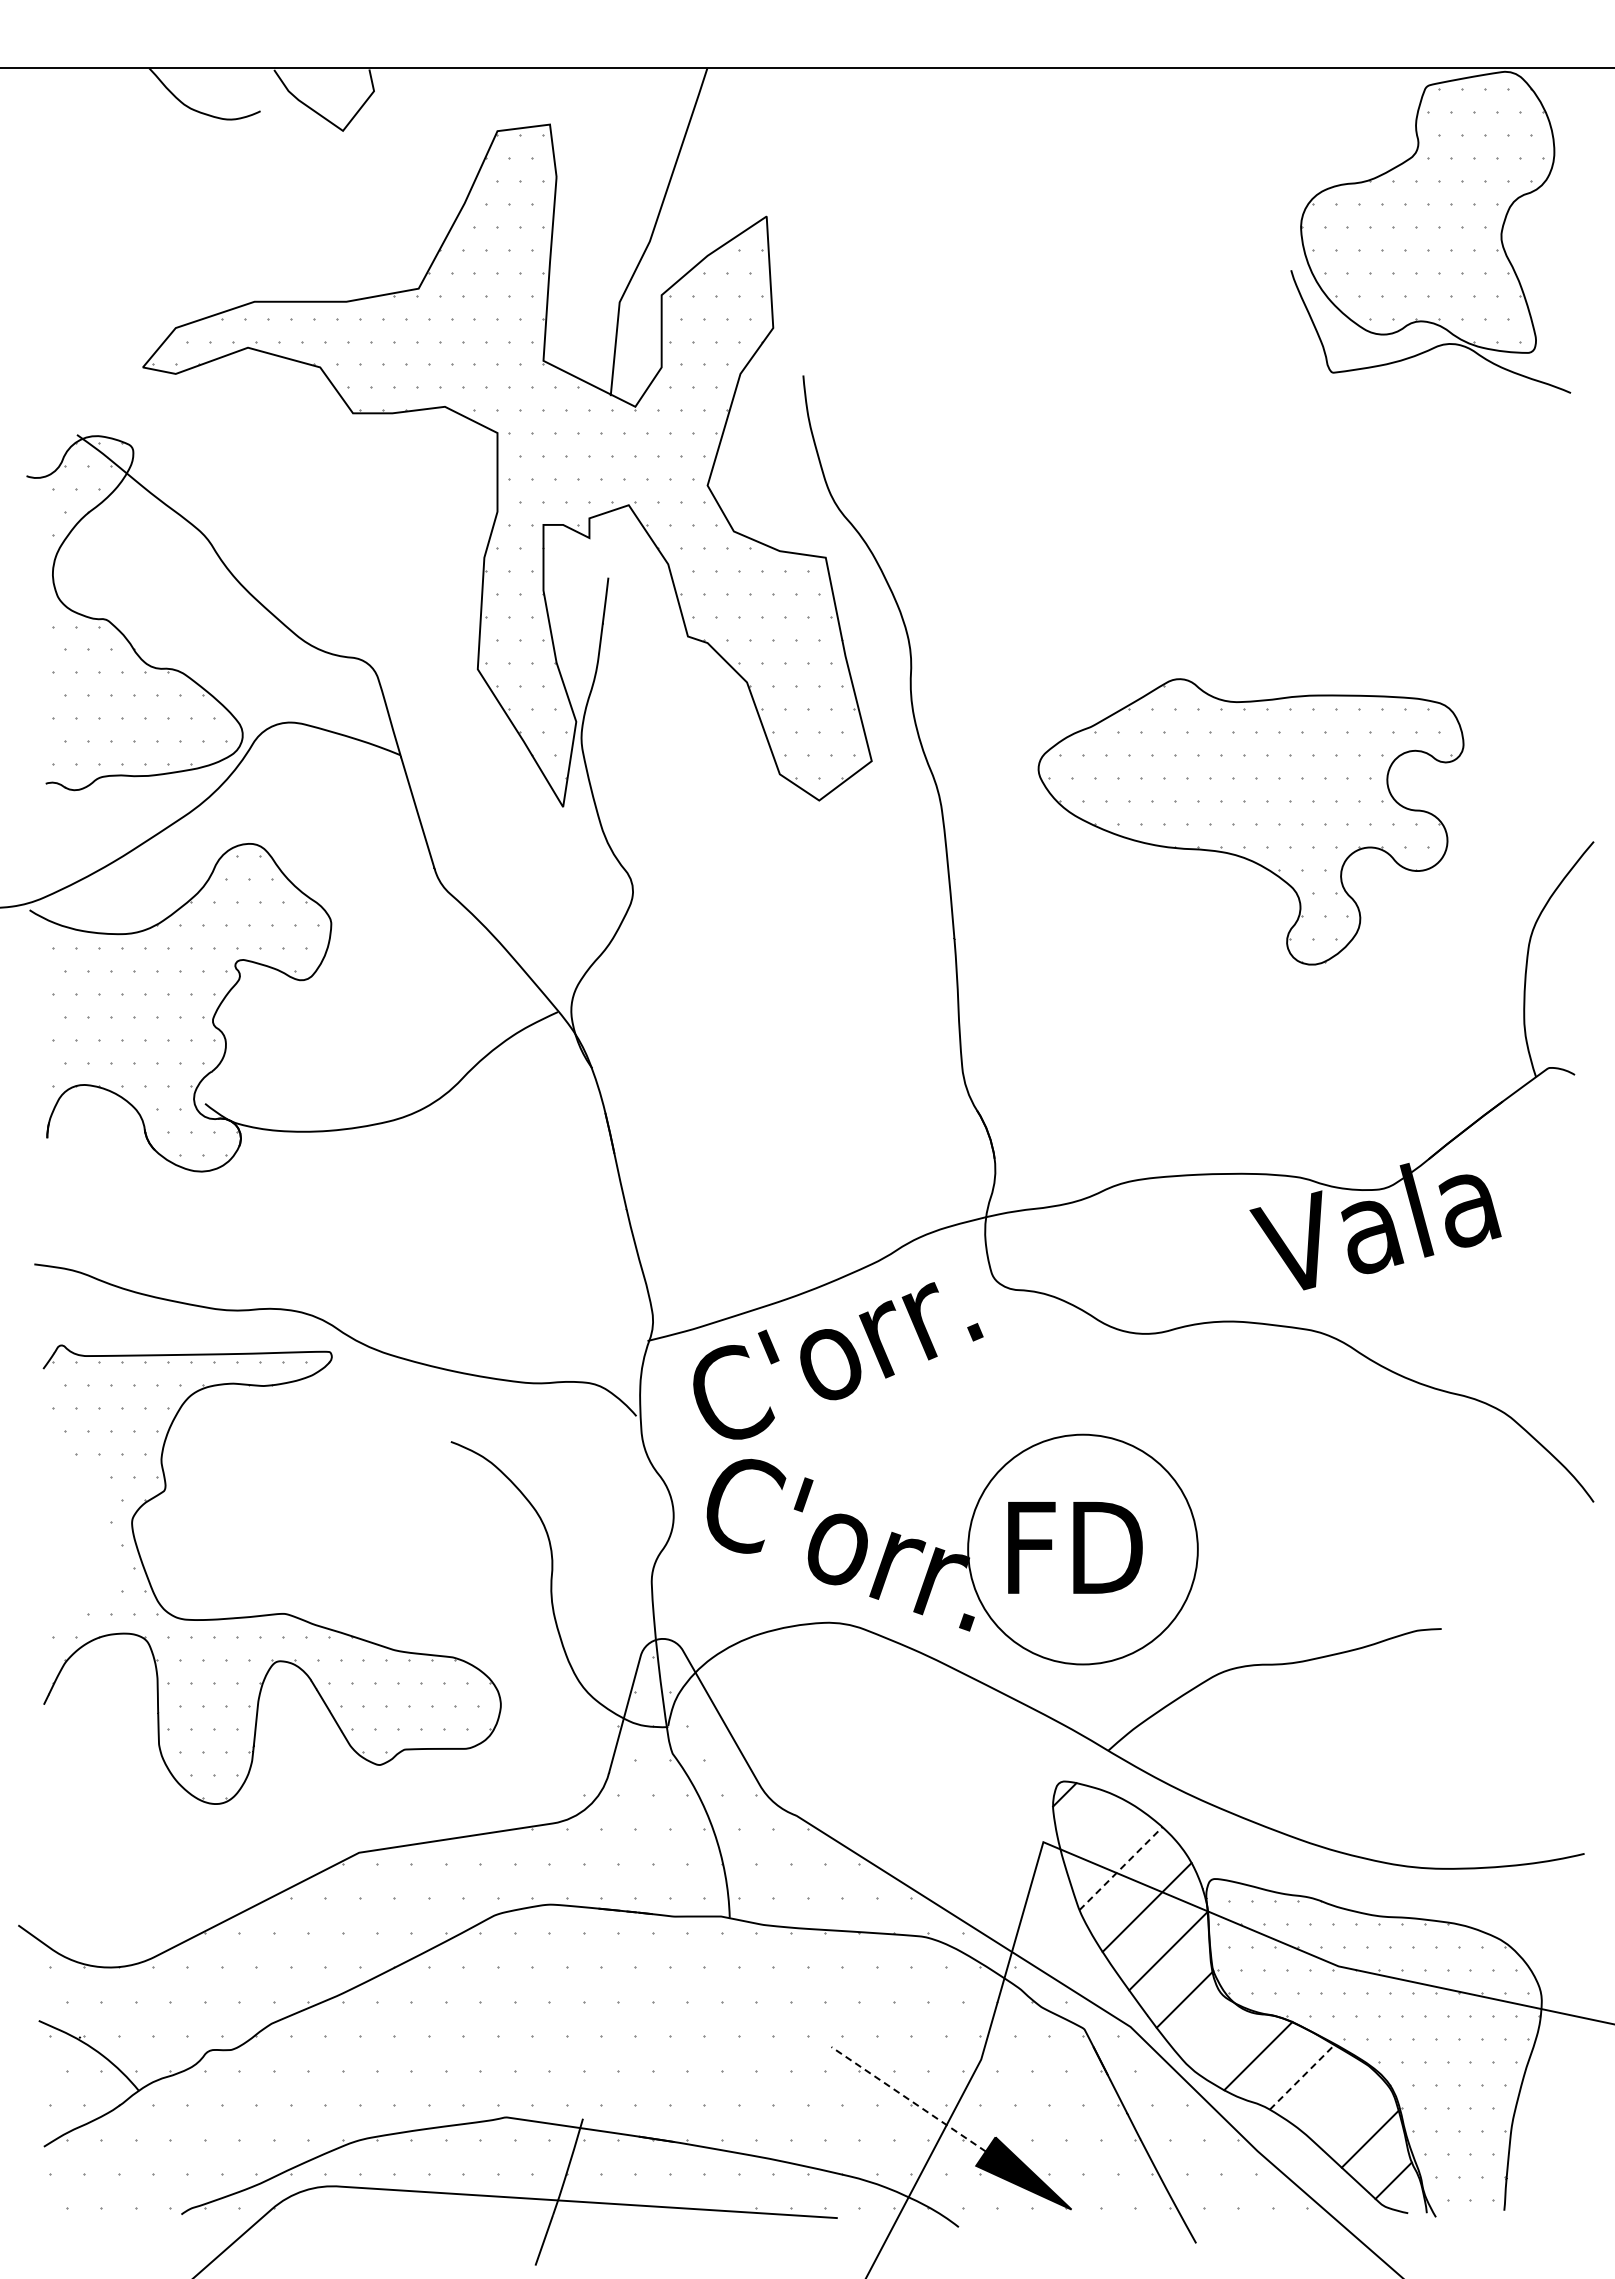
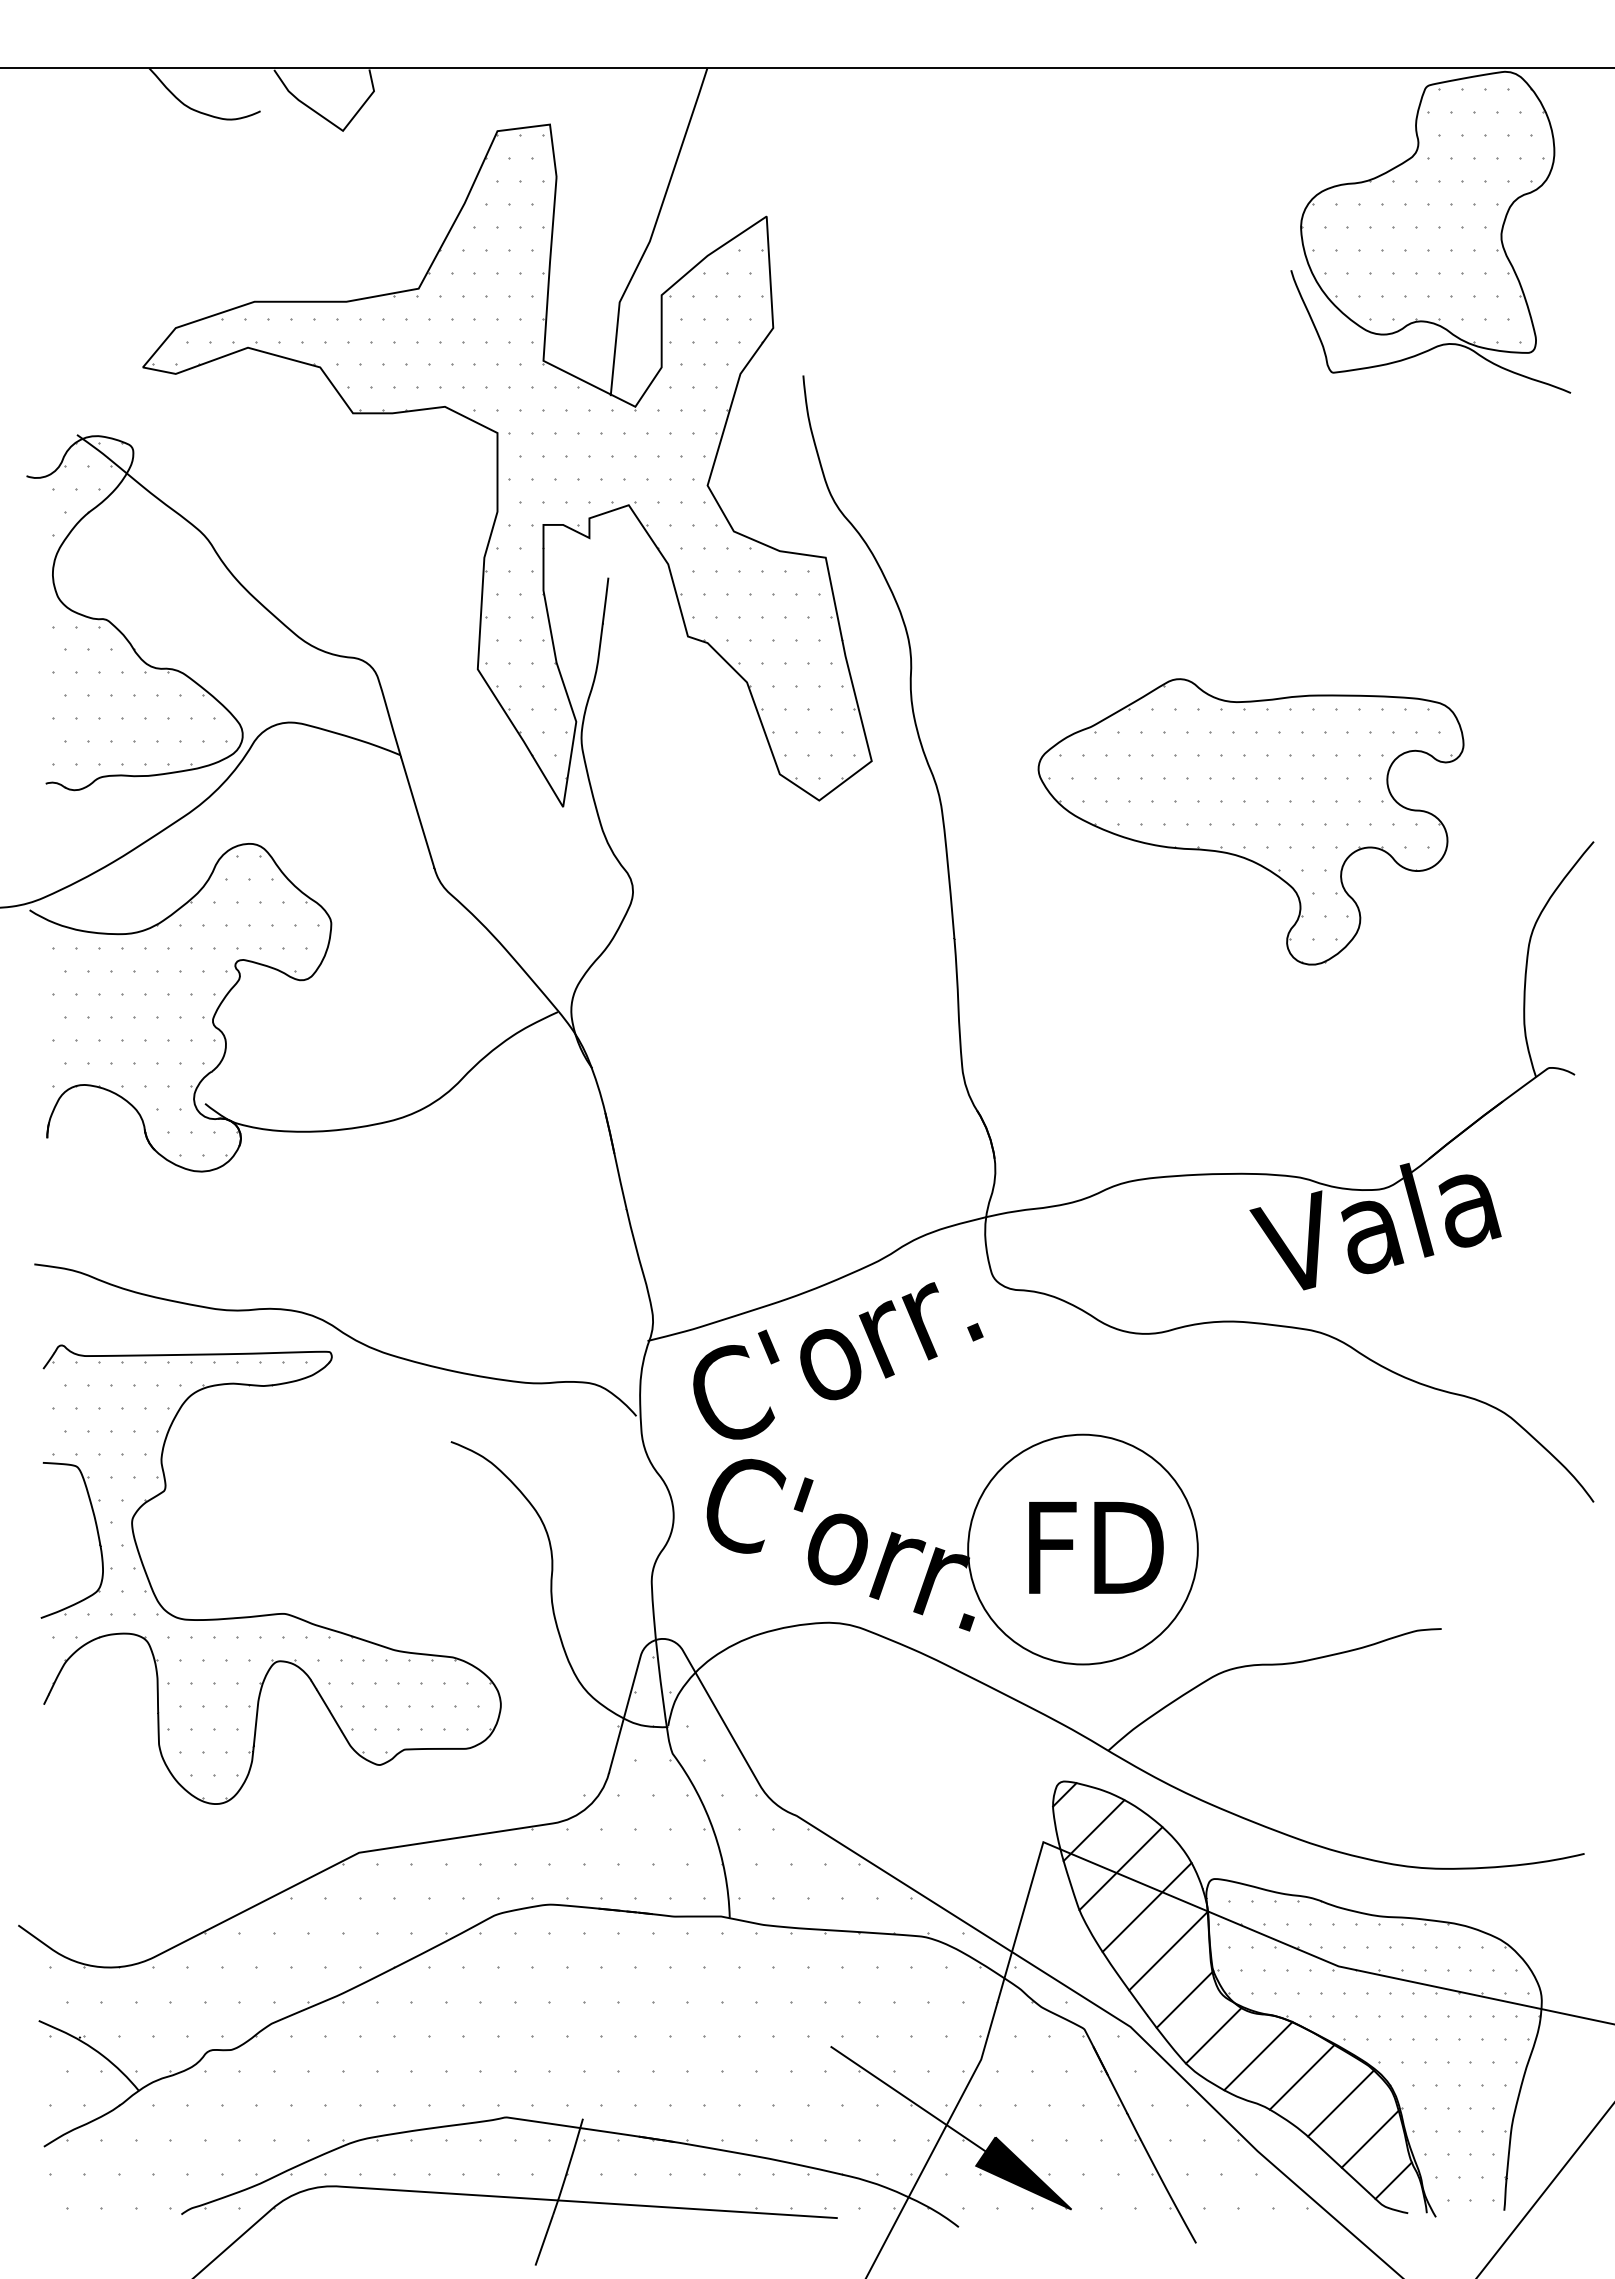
part at (96, 1531): none -> present
text at (1075, 1547) position: (1075, 1547) -> (1096, 1547)
line at (1093, 1830): none -> present
line at (1121, 1868): dashed -> solid
line at (1213, 2035): none -> present
line at (1302, 2077): dashed -> solid
line at (908, 2099): dashed -> solid
line at (1340, 2103): none -> present
line at (1544, 2190): none -> present
